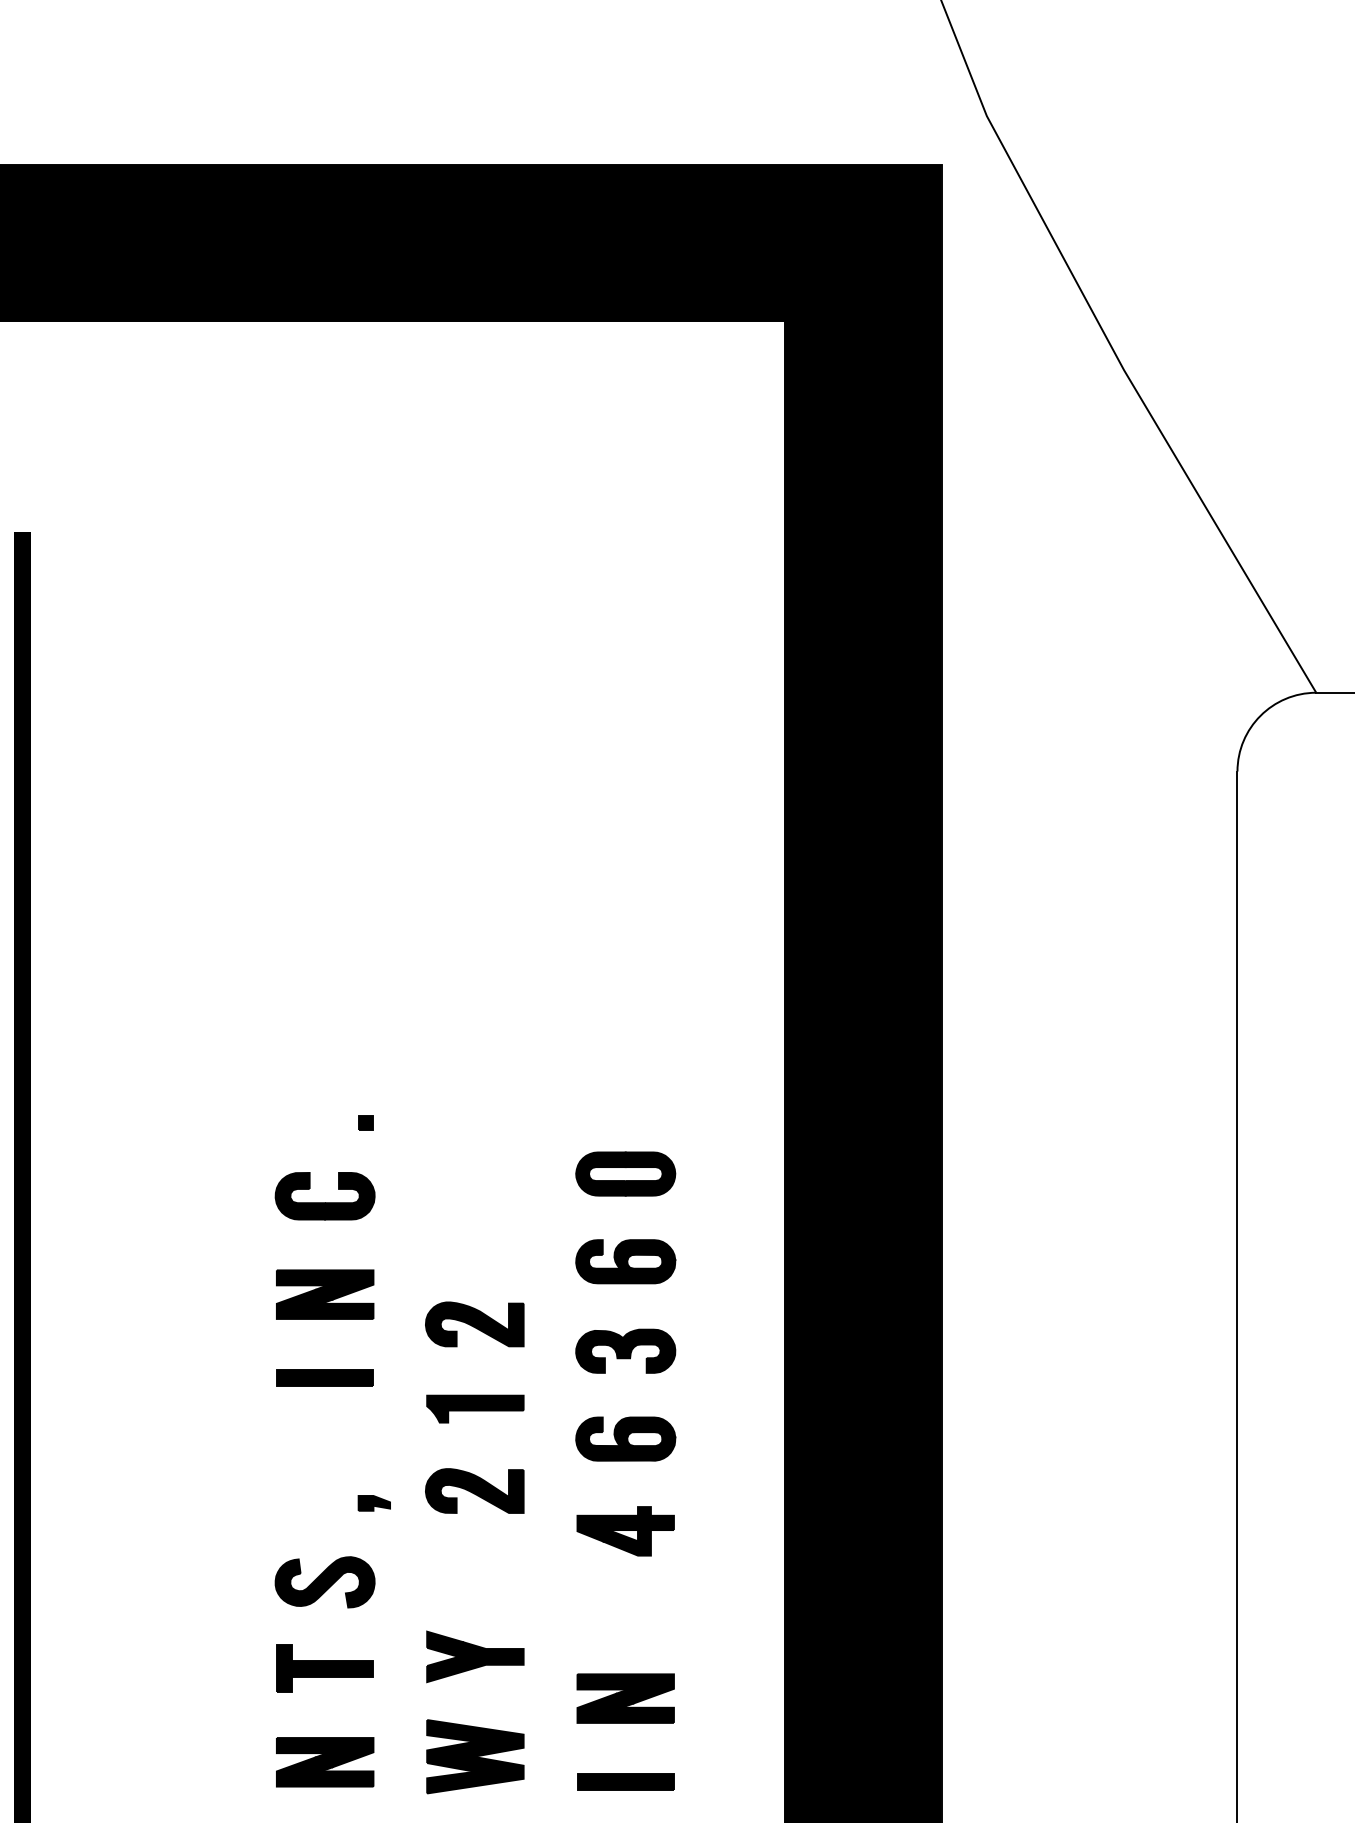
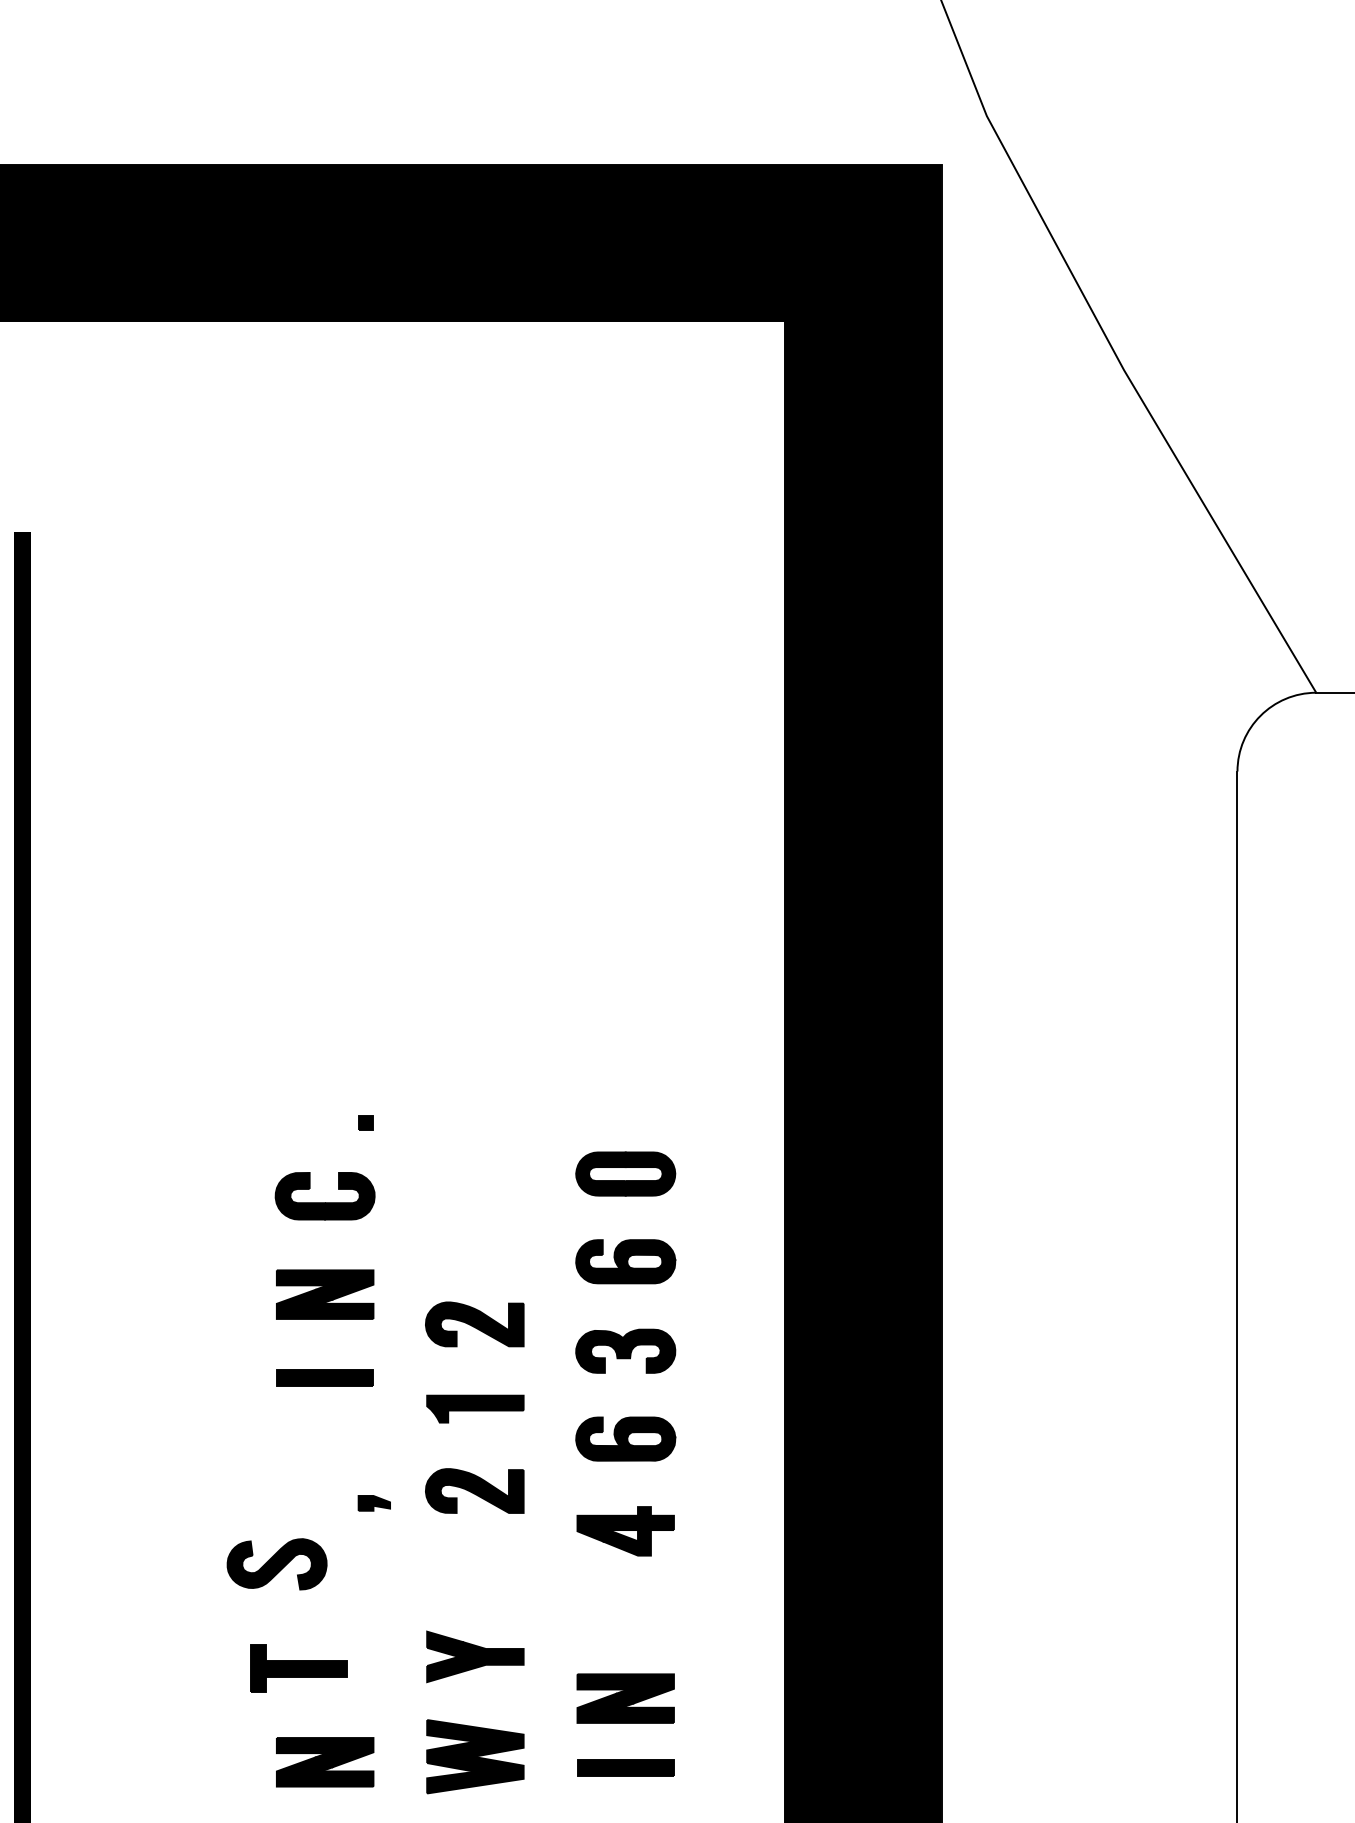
part at (324, 1582) position: (324, 1582) -> (276, 1564)
part at (324, 1668) position: (324, 1668) -> (298, 1668)
part at (625, 1781) position: (625, 1781) -> (625, 1767)
